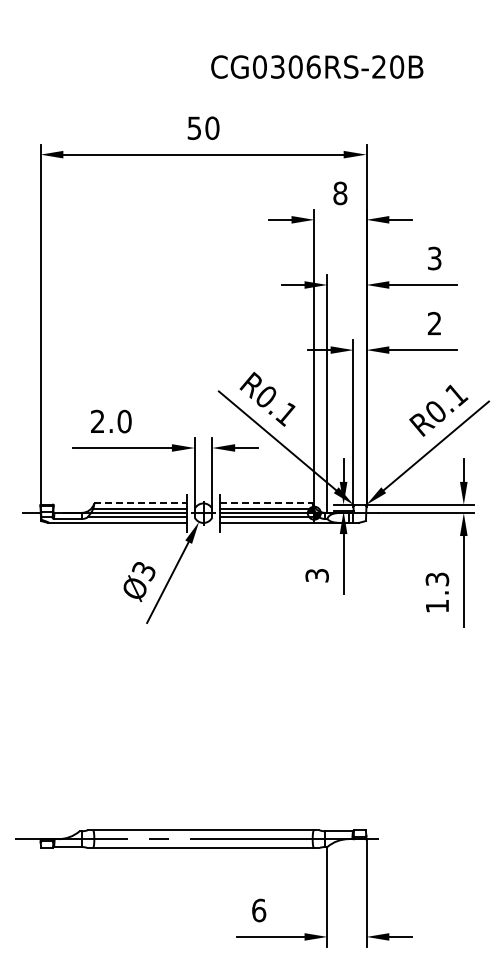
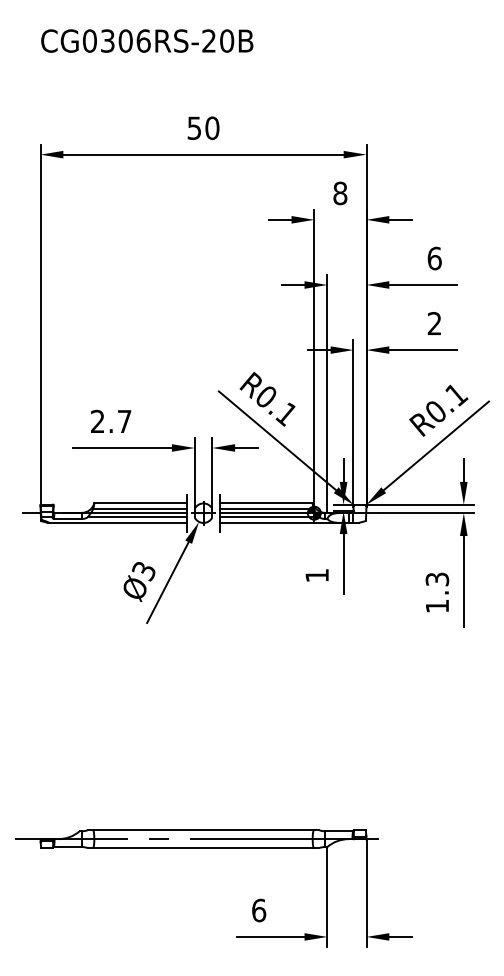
text at (317, 66) position: (317, 66) -> (147, 40)
text at (434, 258): 3 -> 6
text at (124, 421): 2.0 -> 2.7
line at (141, 503): dashed -> solid
line at (266, 503): dashed -> solid
text at (316, 575): 3 -> 1
